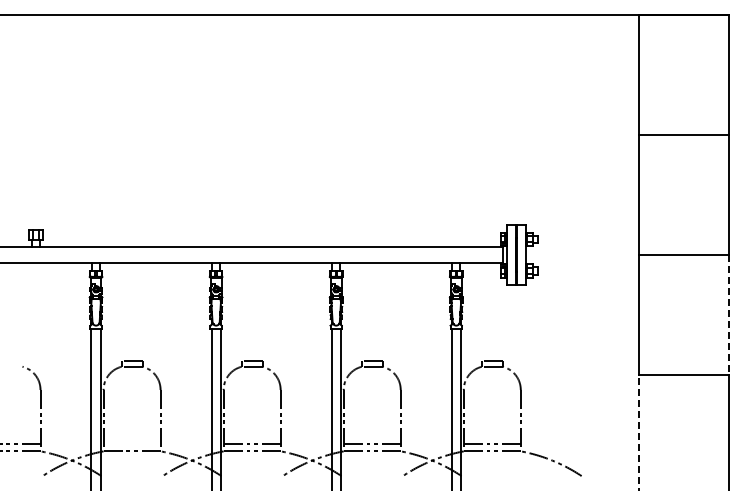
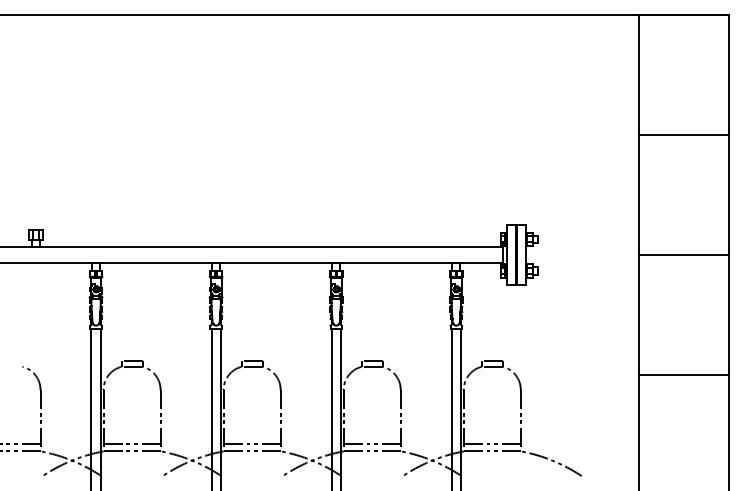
line at (729, 315): dashed -> solid
line at (639, 432): dashed -> solid
line at (131, 444): none -> present
